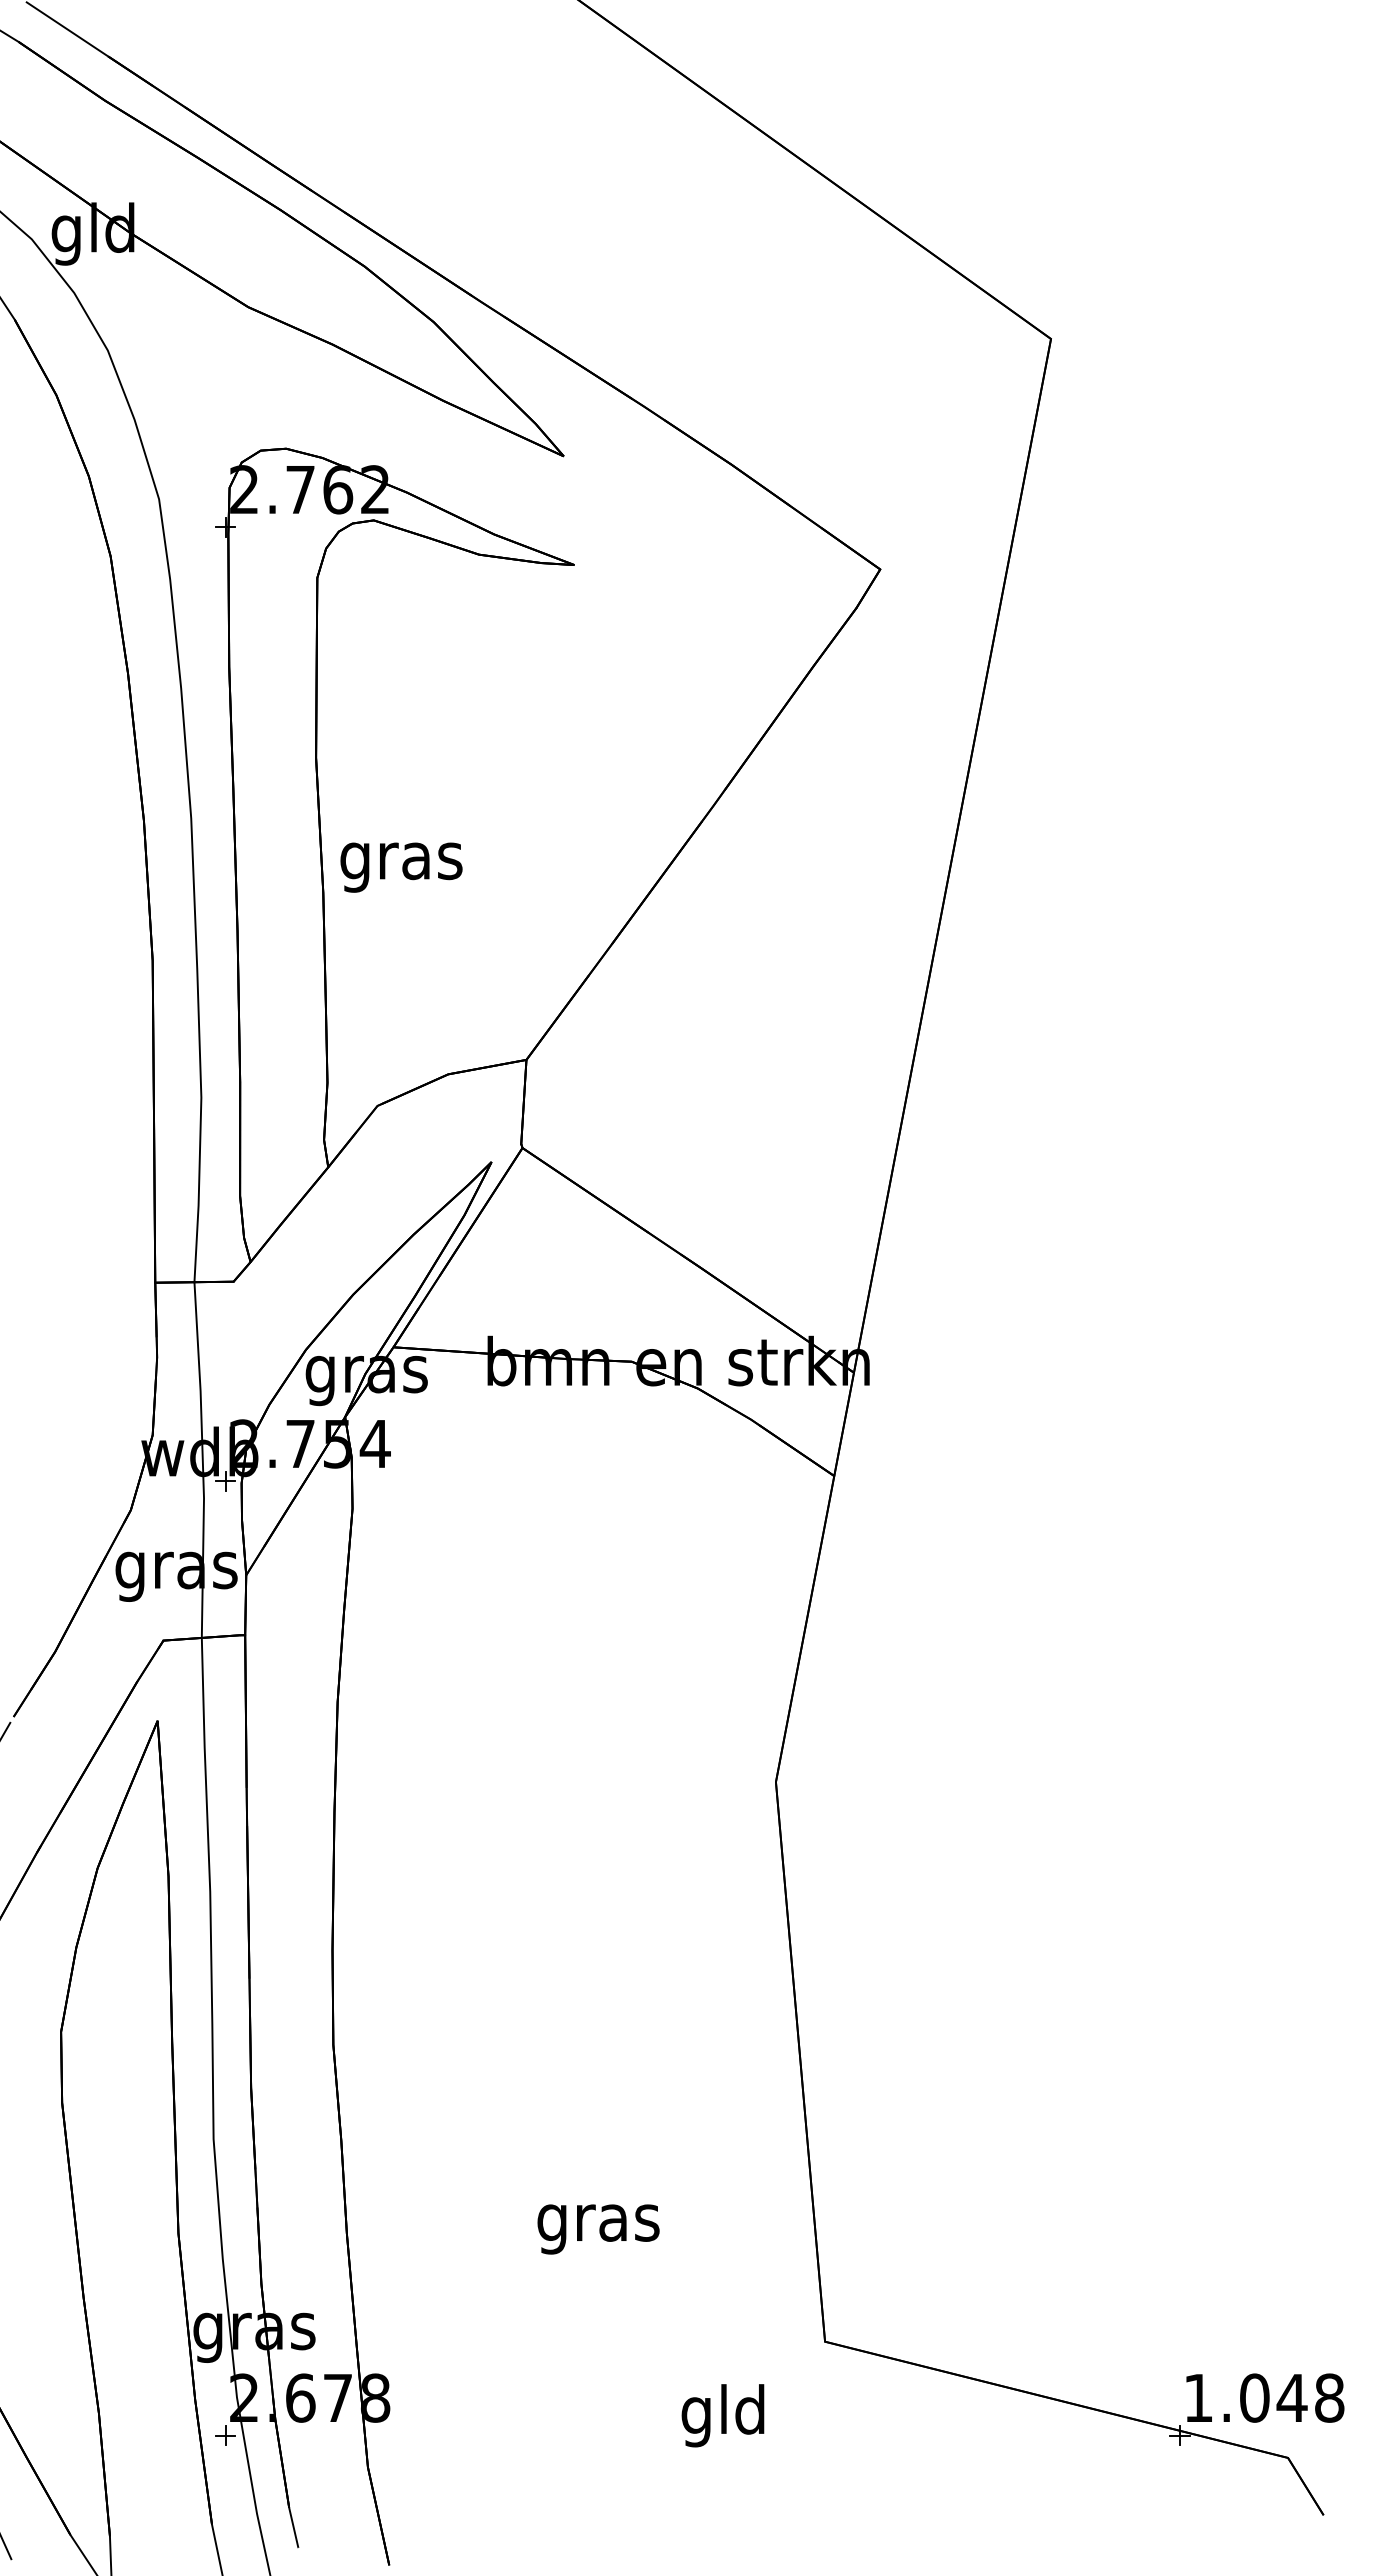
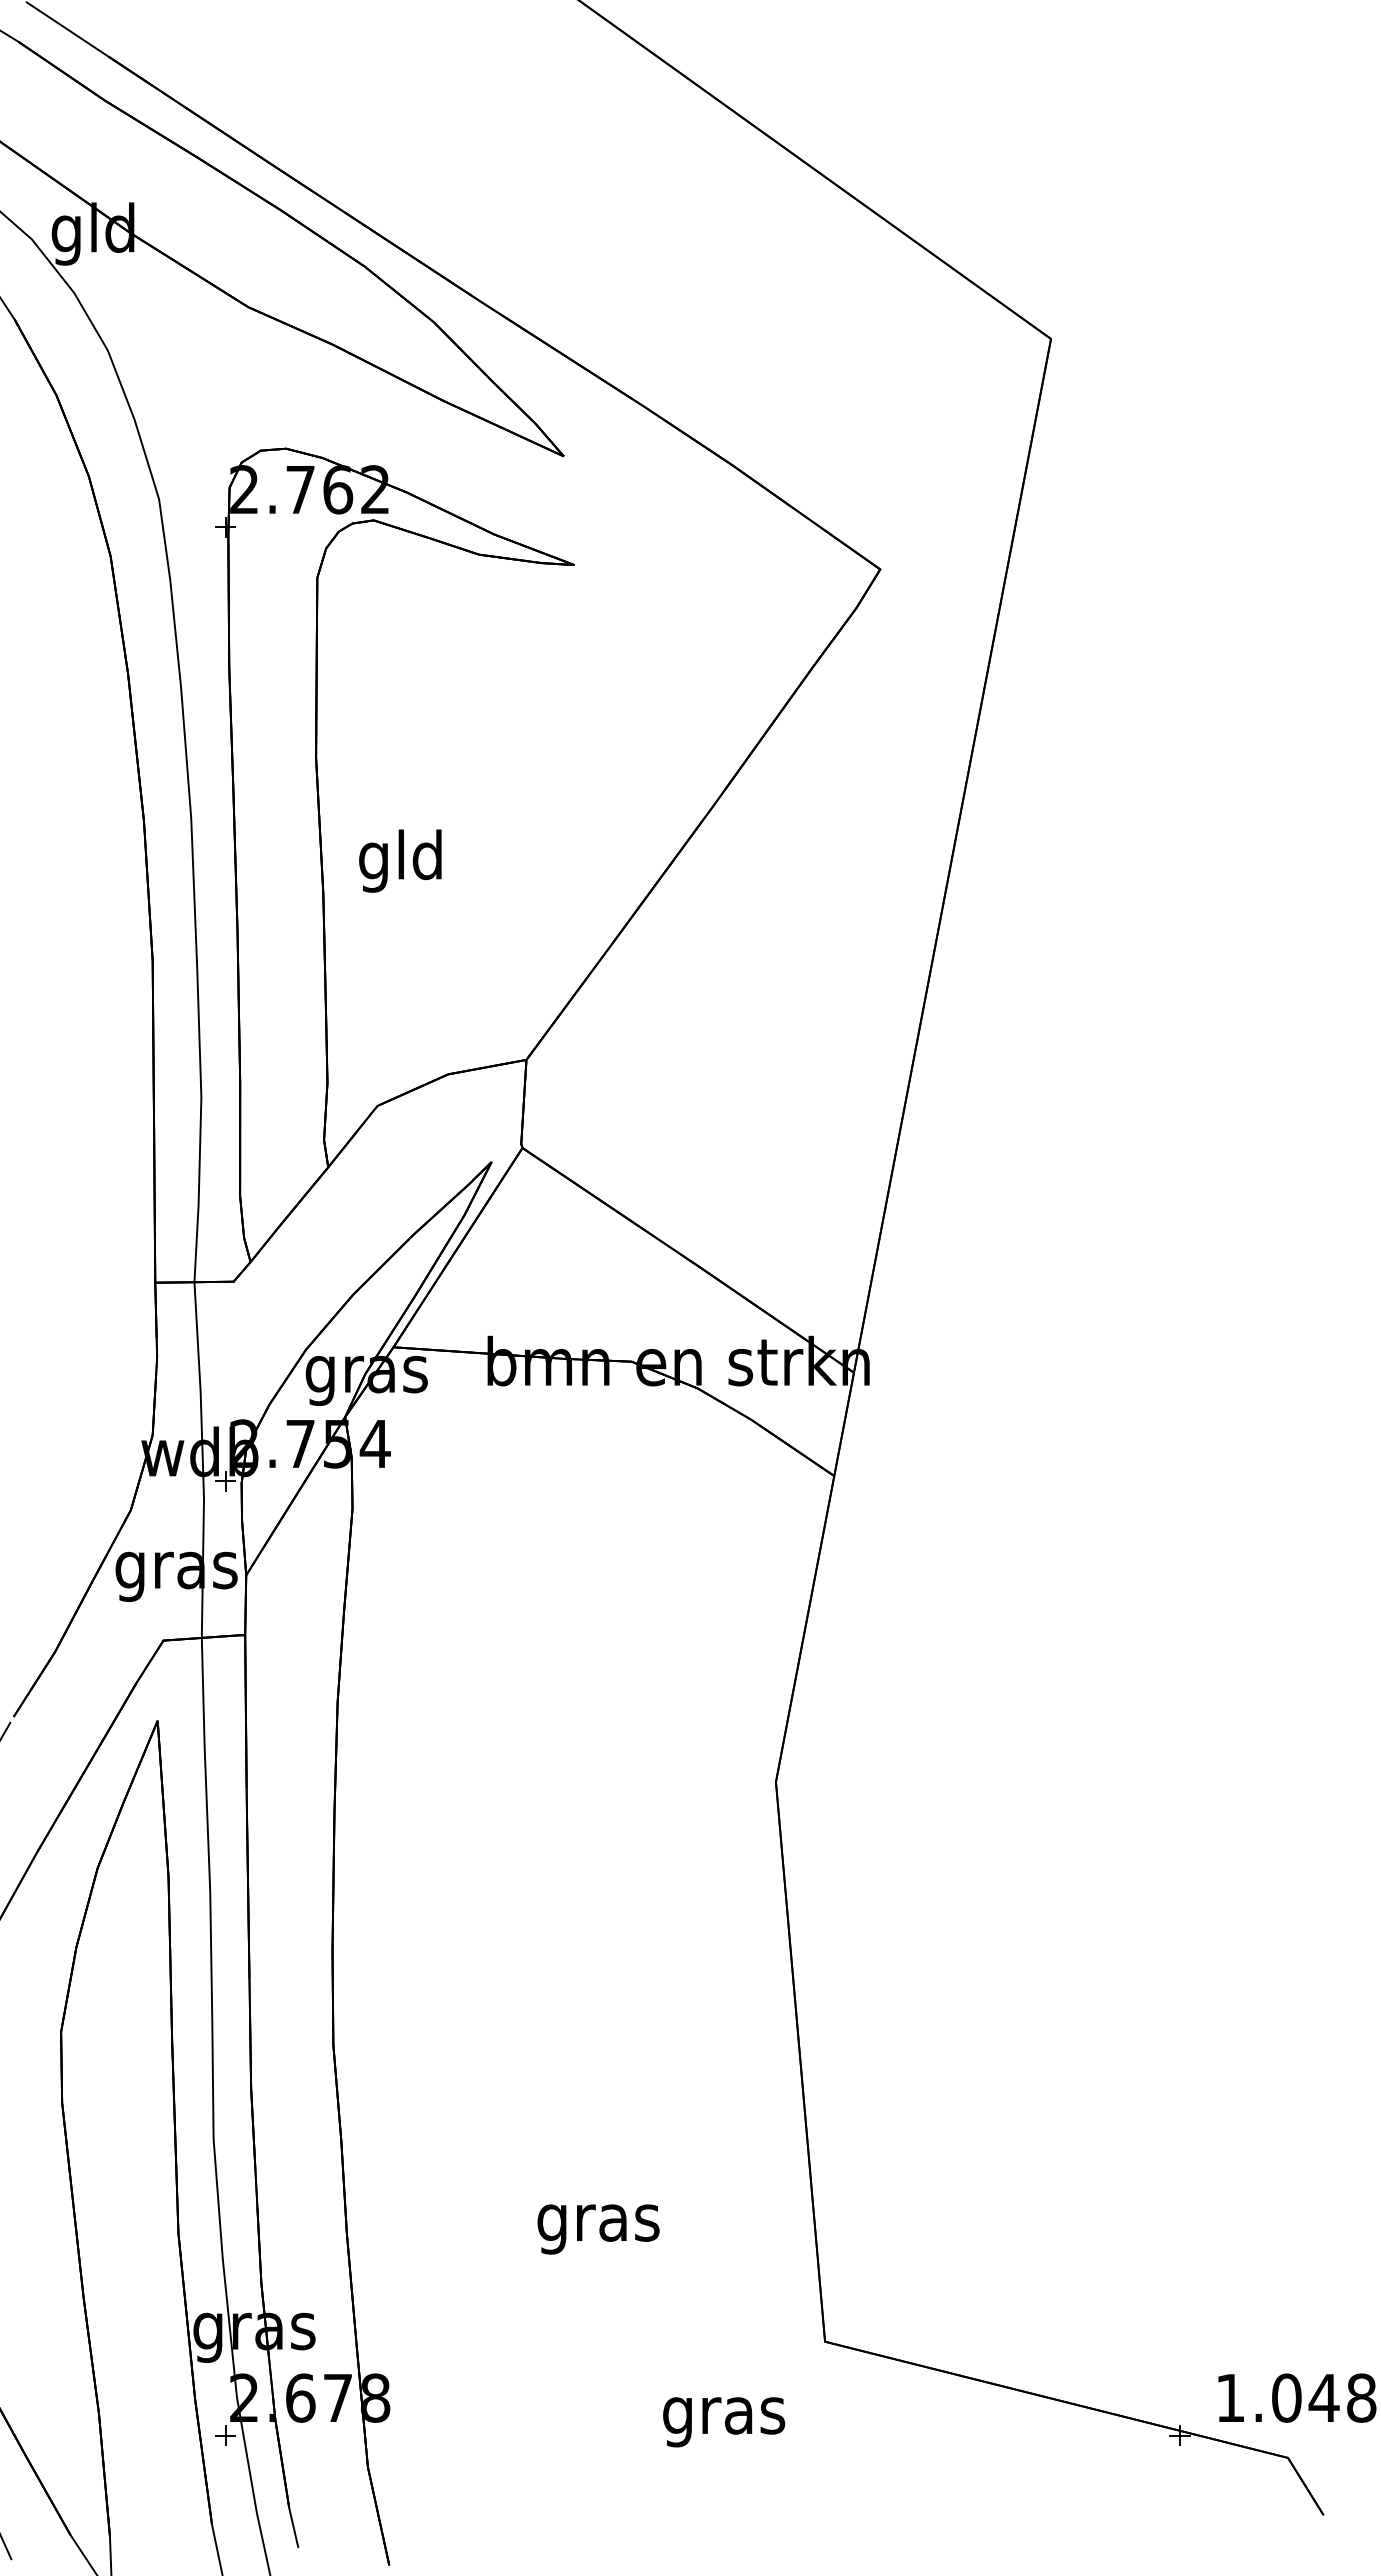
text at (401, 860): gras -> gld
text at (1265, 2397) position: (1265, 2397) -> (1297, 2397)
text at (724, 2415): gld -> gras
